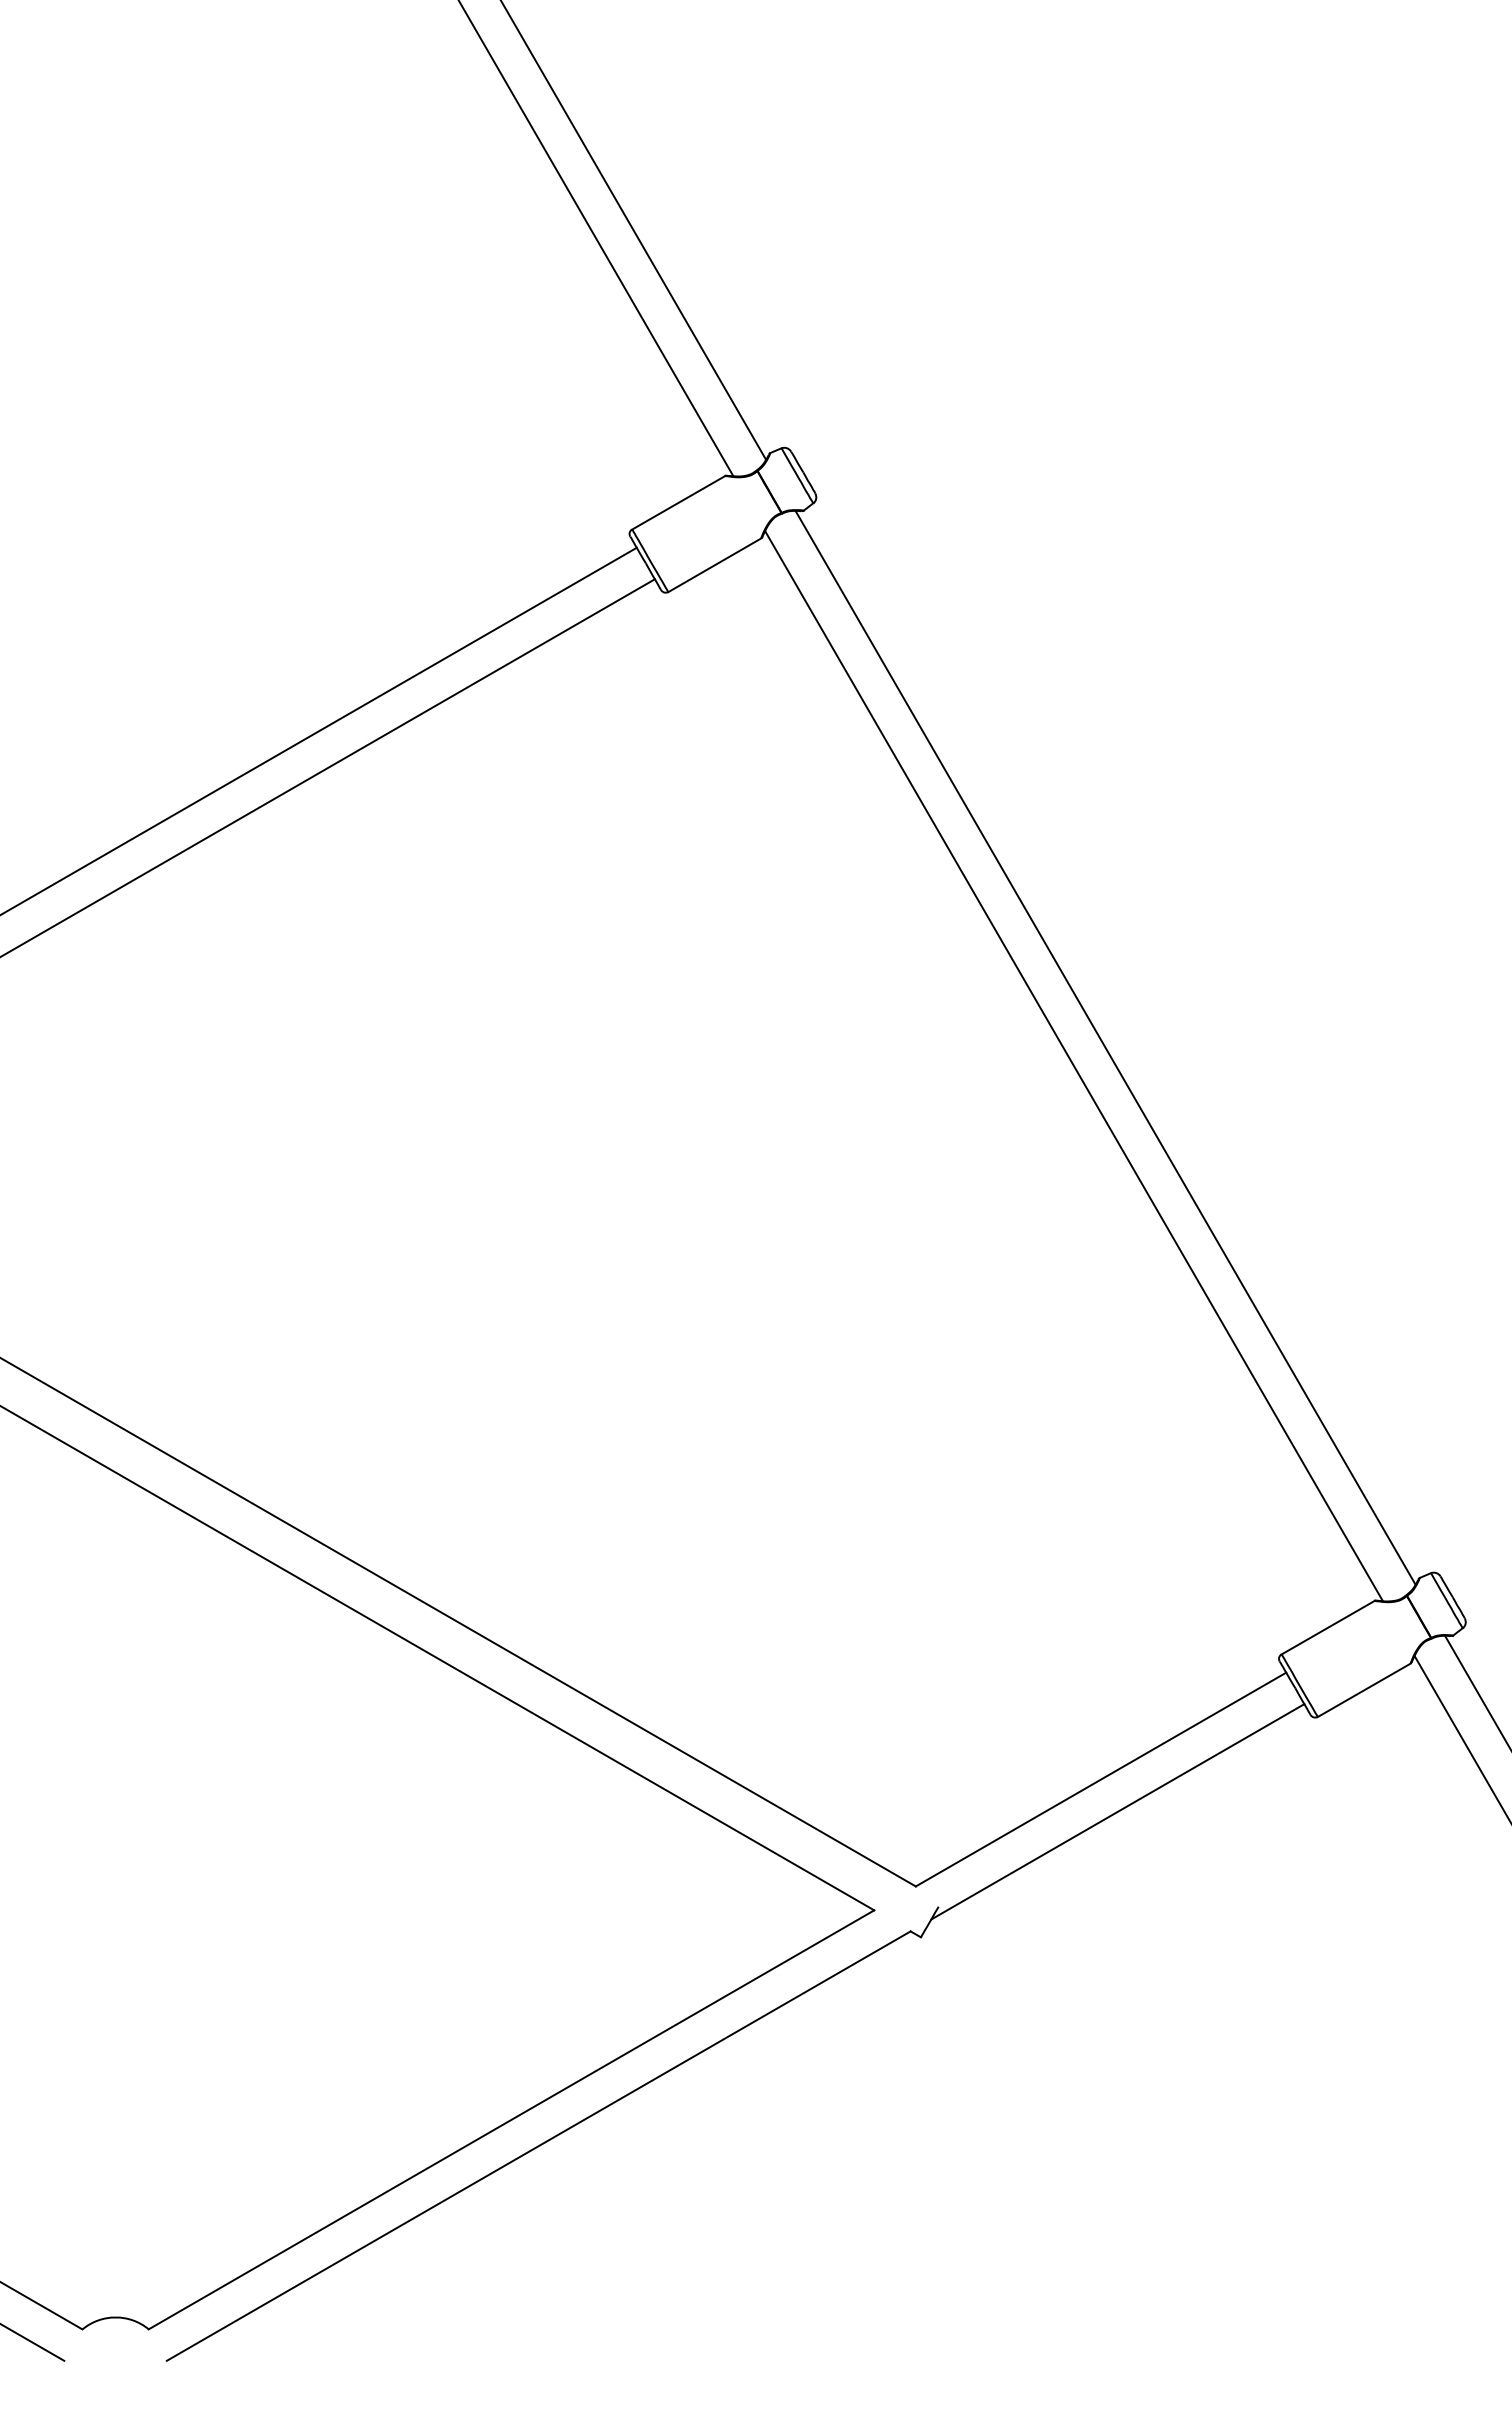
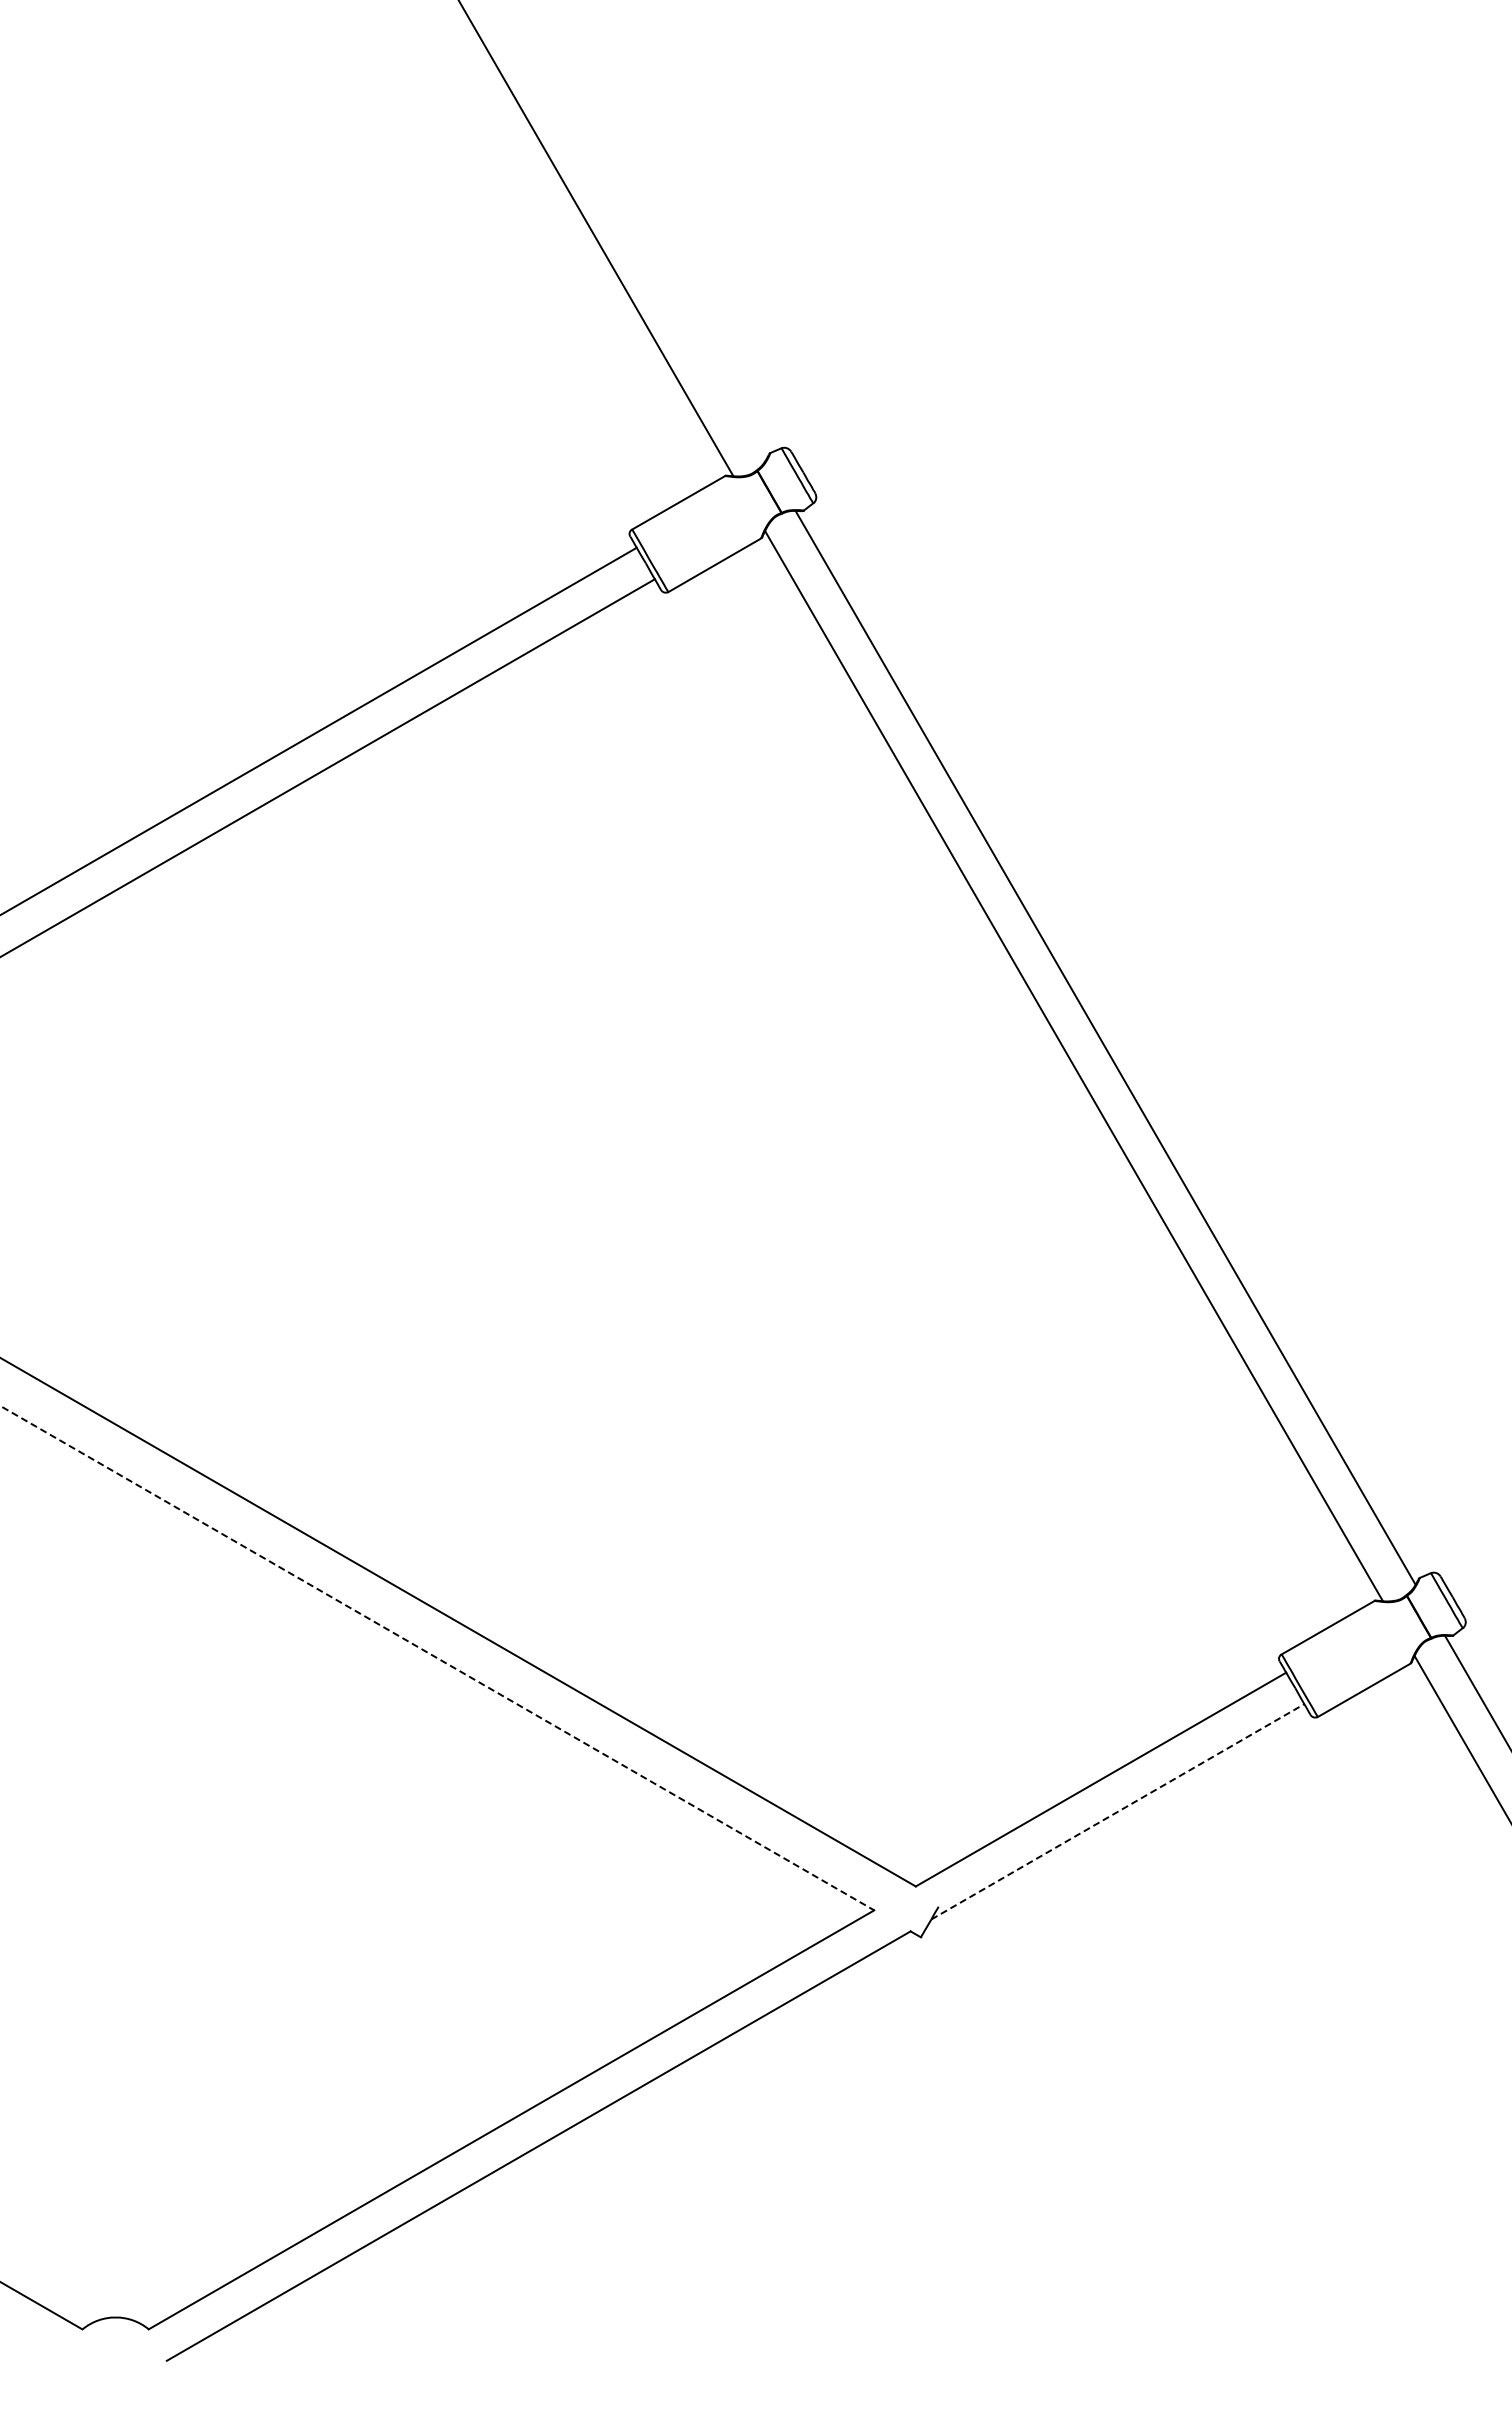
line at (634, 230): present -> none
line at (437, 1658): solid -> dashed
line at (1118, 1811): solid -> dashed
line at (33, 2342): present -> none
